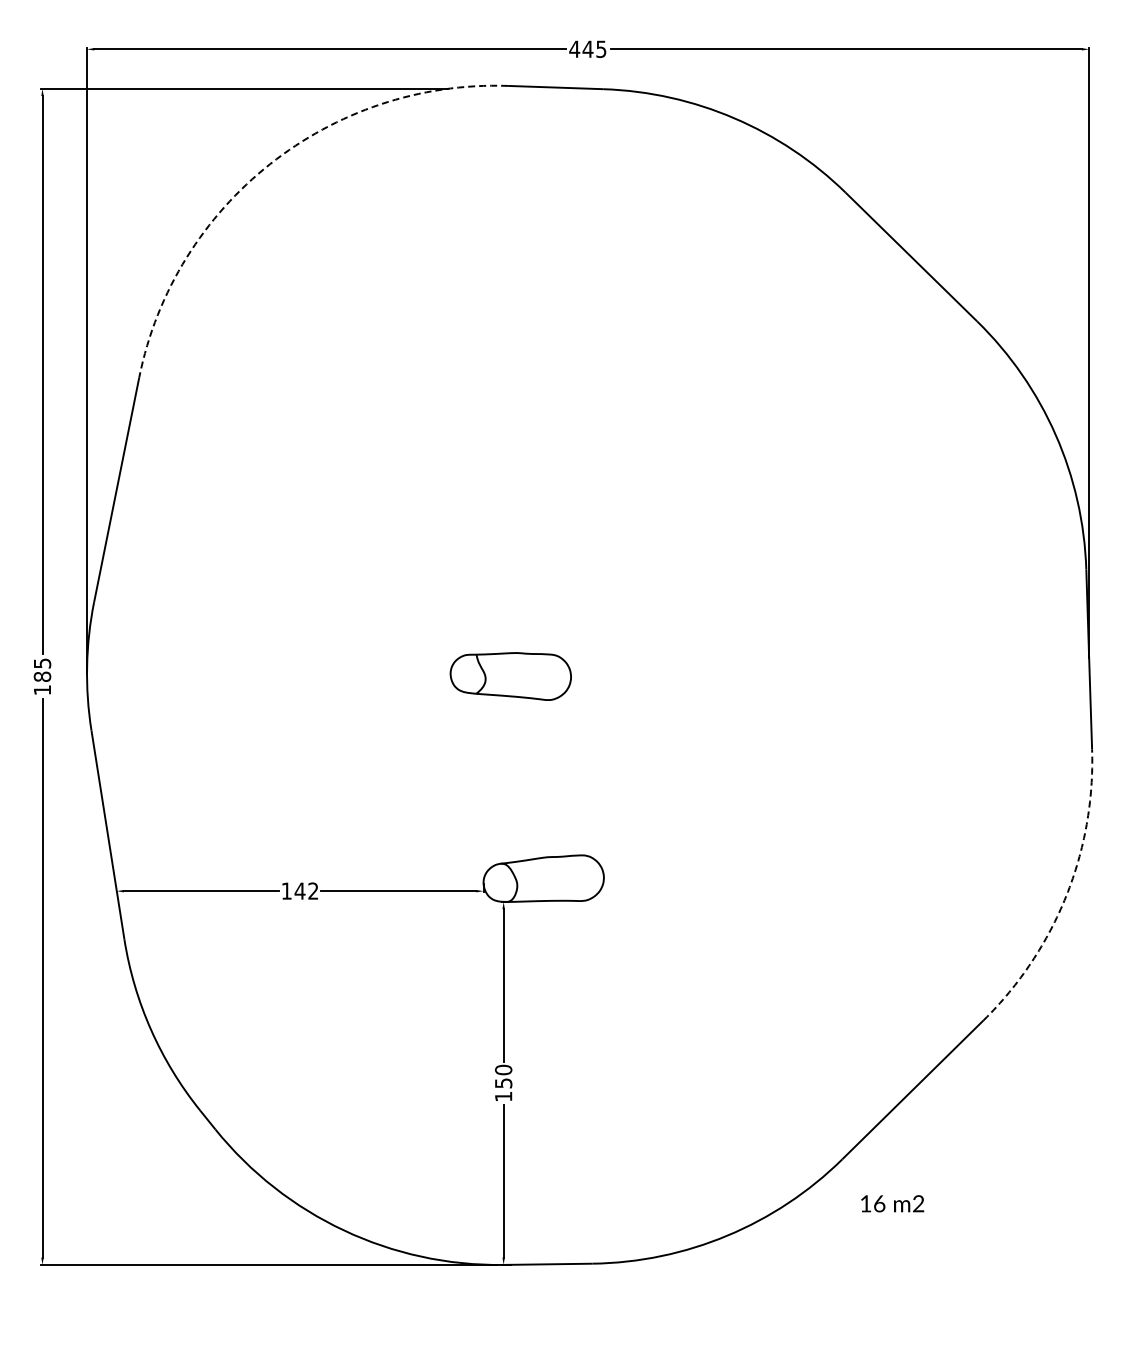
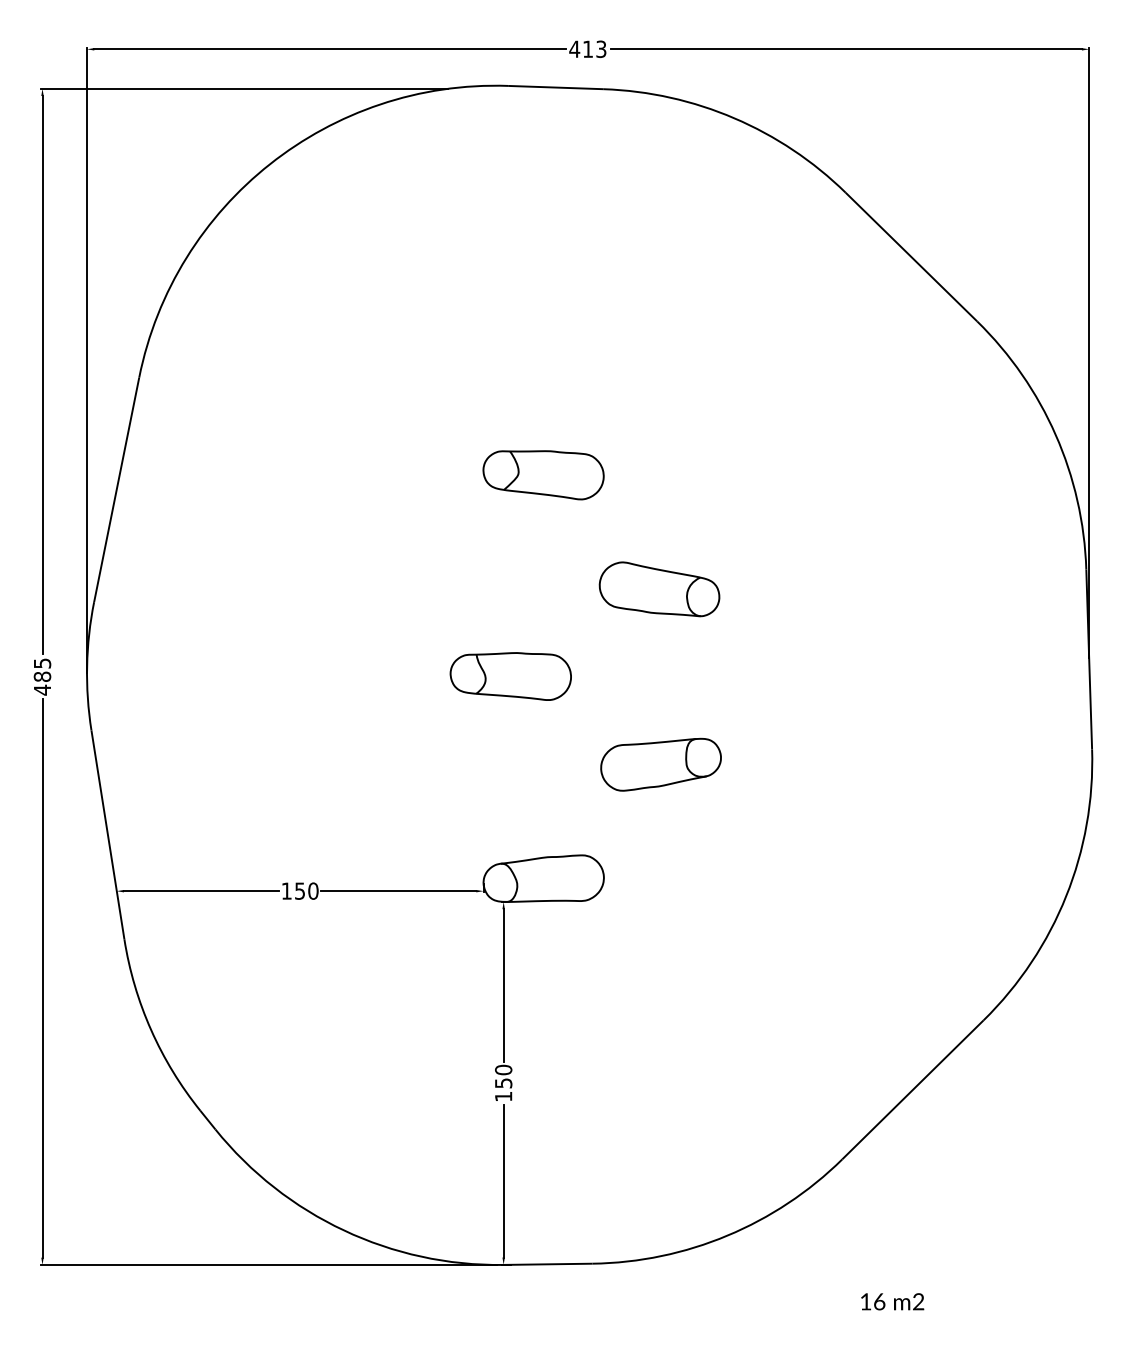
text at (594, 48): 445 -> 413
arc at (270, 164): dashed -> solid
part at (543, 475): none -> present
part at (659, 589): none -> present
text at (42, 689): 185 -> 485
part at (660, 764): none -> present
text at (306, 890): 142 -> 150
arc at (1066, 896): dashed -> solid
text at (892, 1203) position: (892, 1203) -> (892, 1301)
